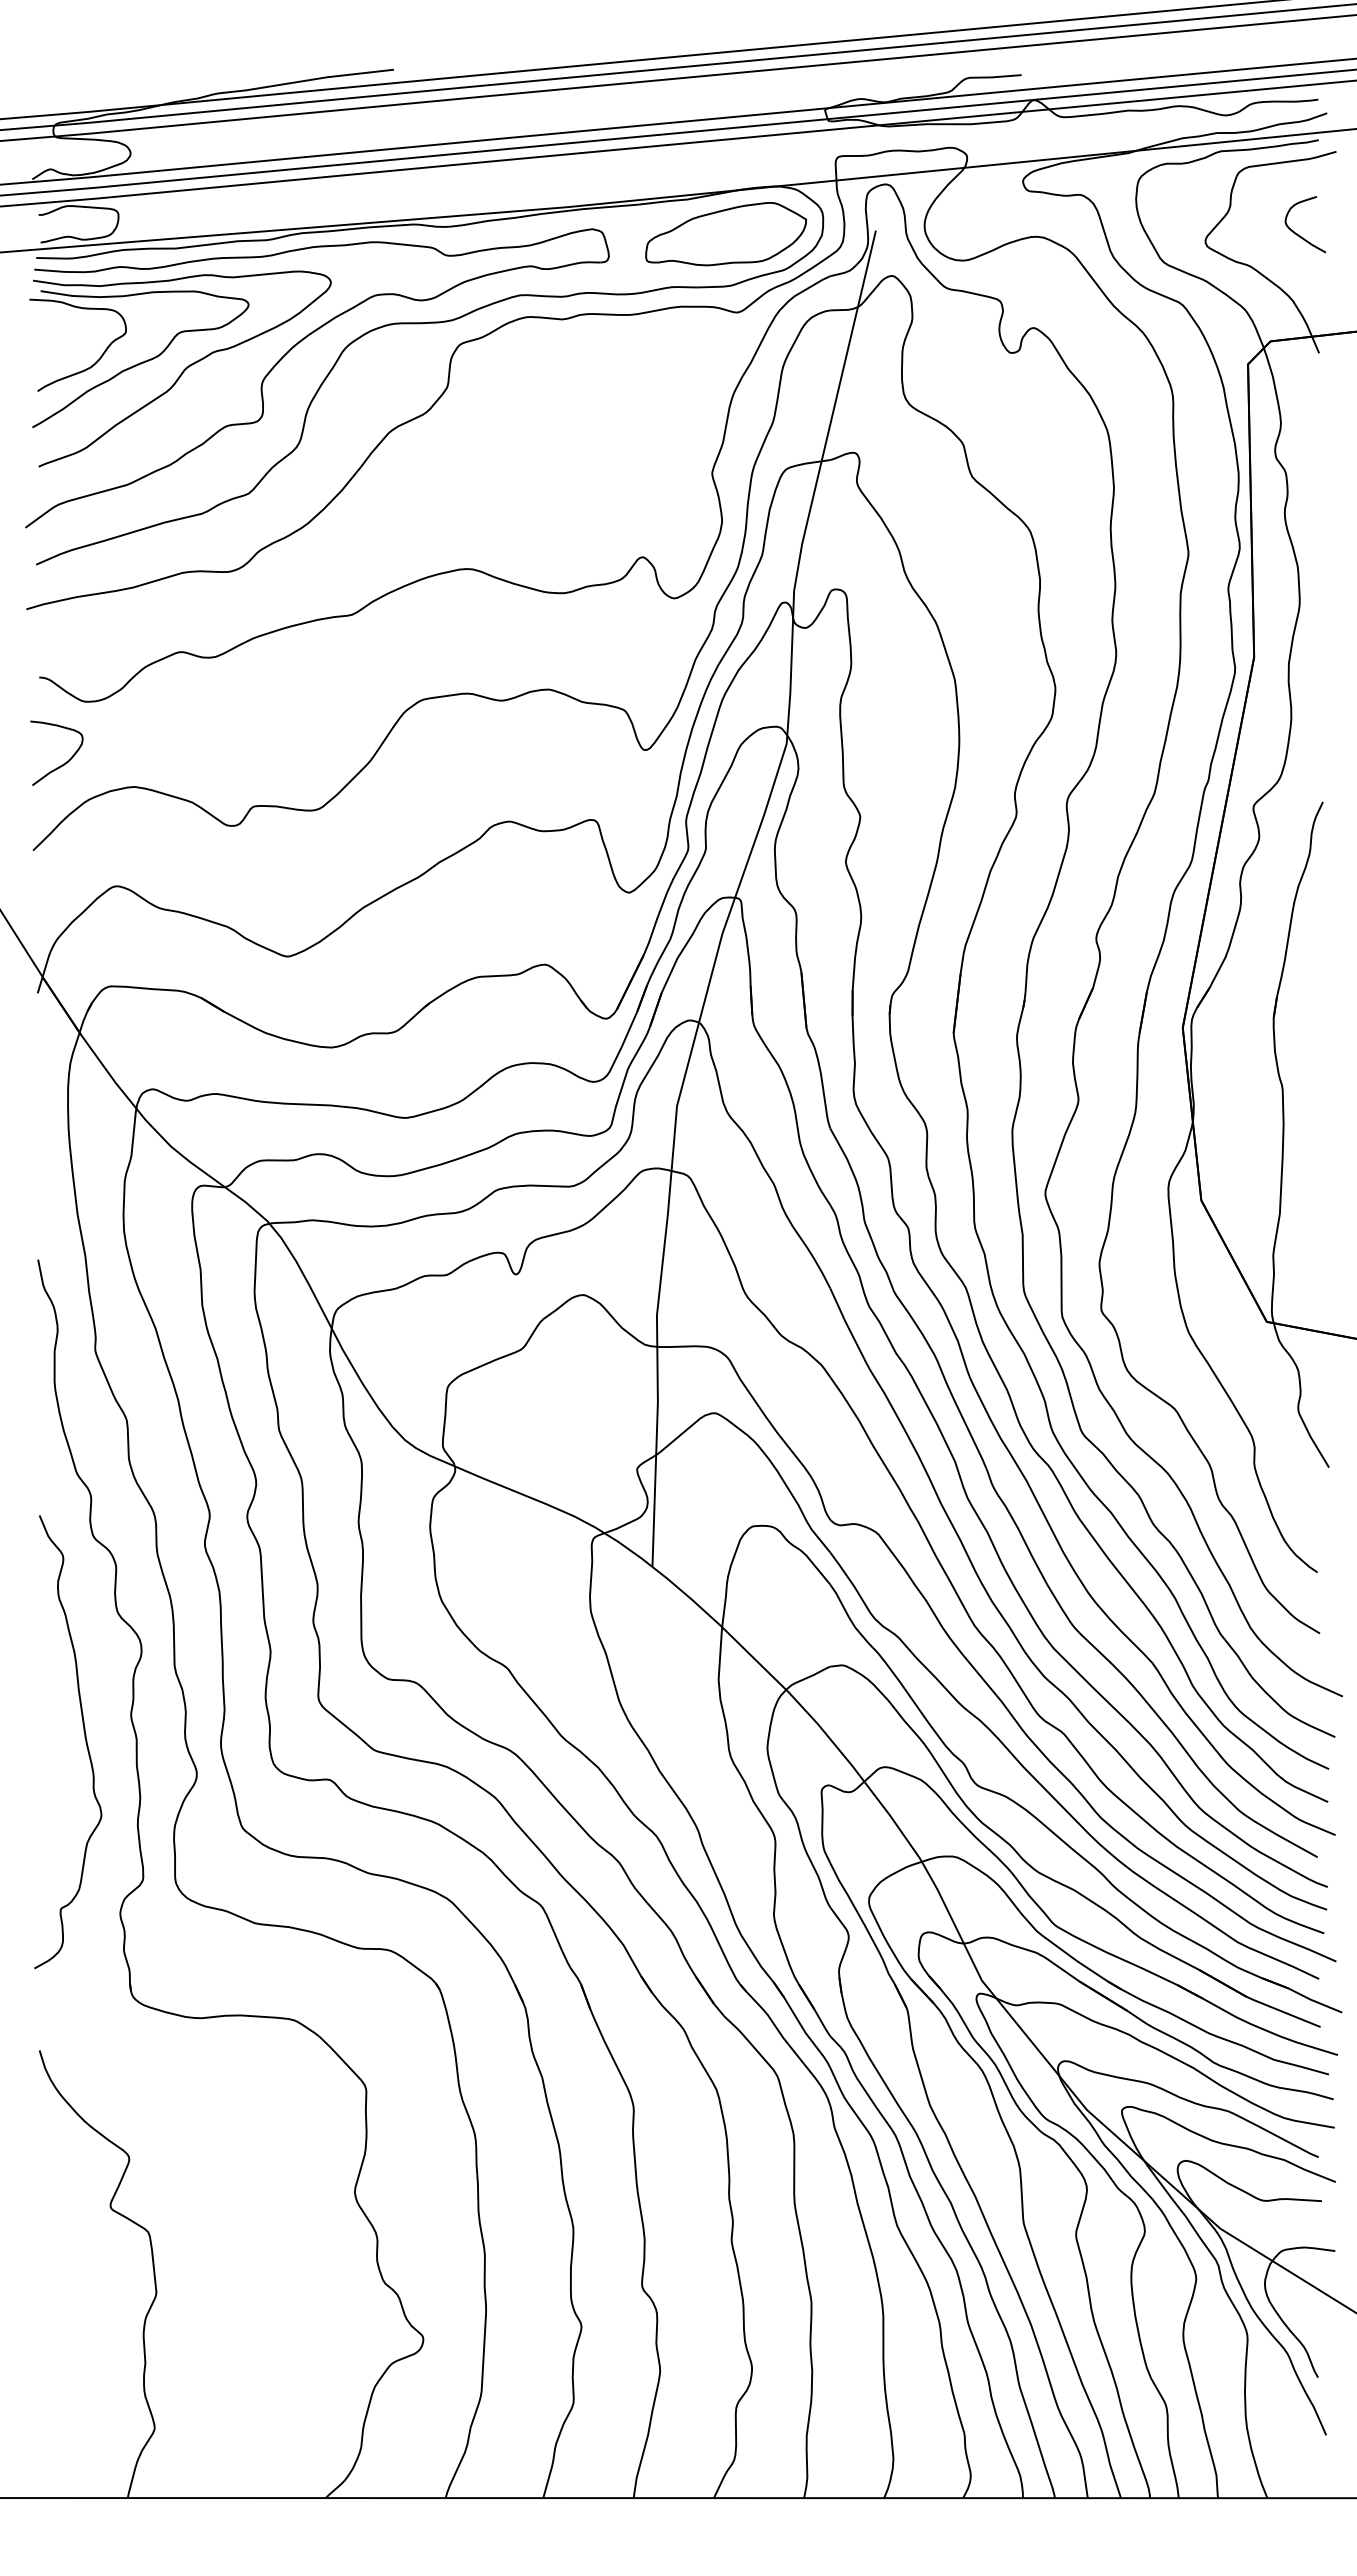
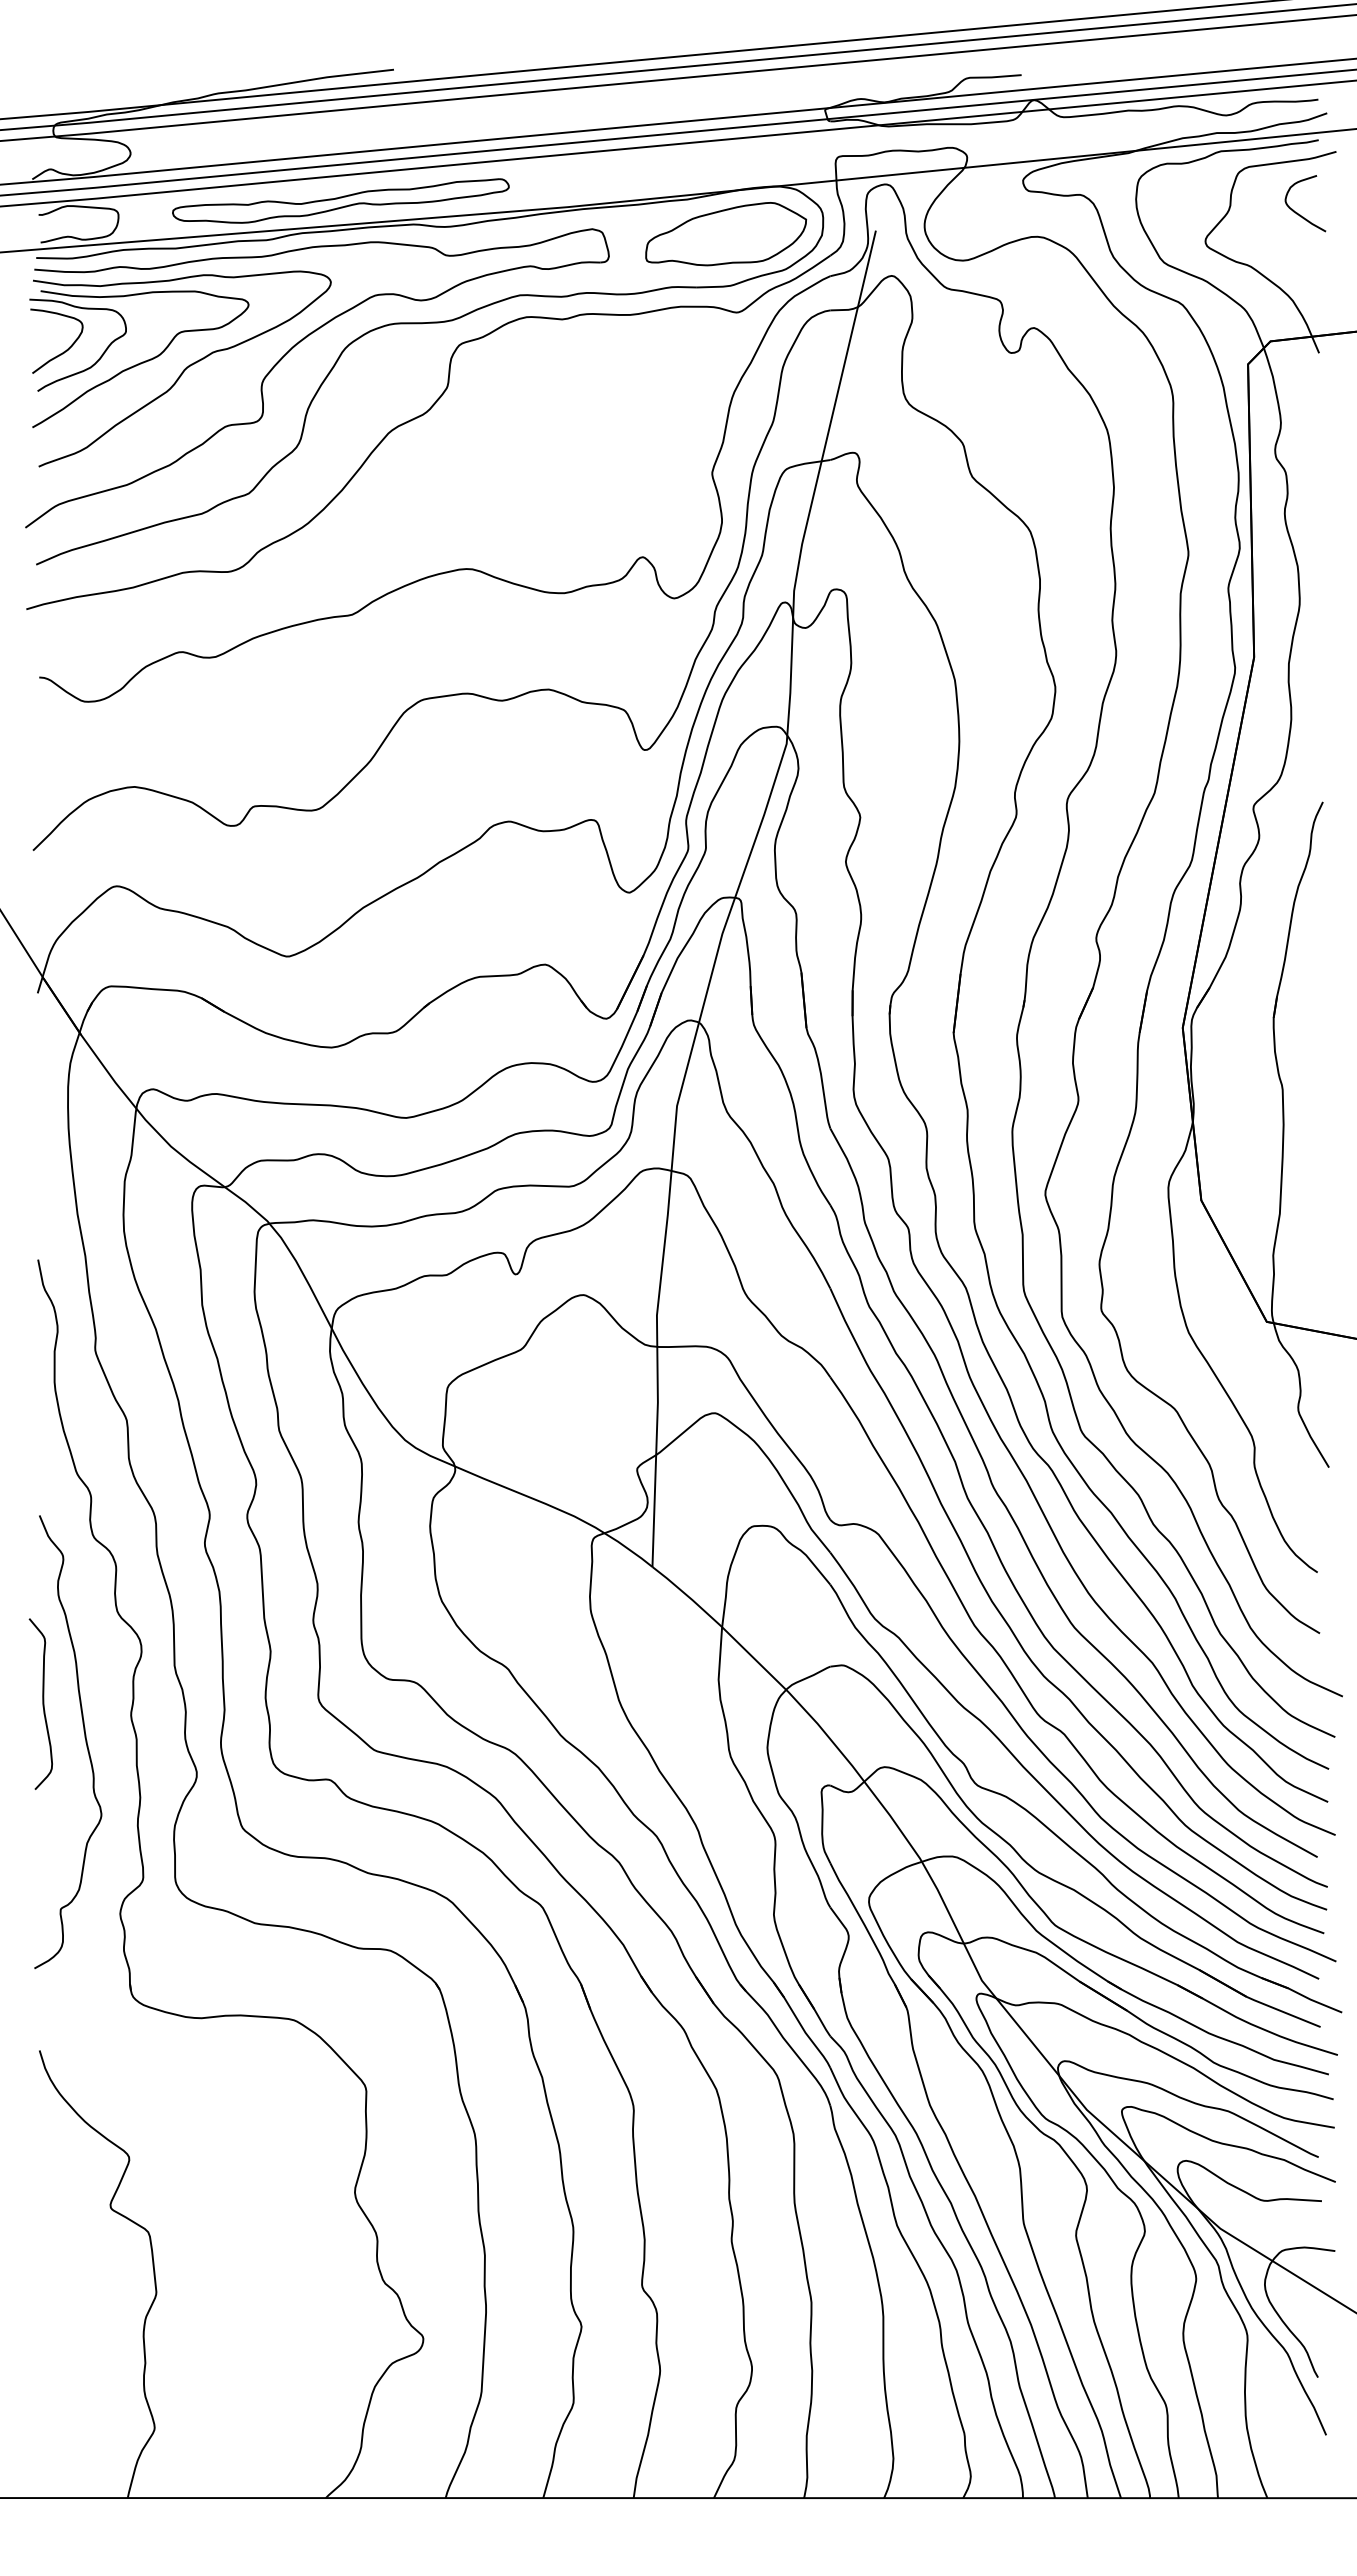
part at (340, 200): none -> present
curve at (1297, 233) position: (1297, 233) -> (1297, 212)
curve at (63, 763) position: (63, 763) -> (63, 351)
curve at (42, 1703): none -> present
